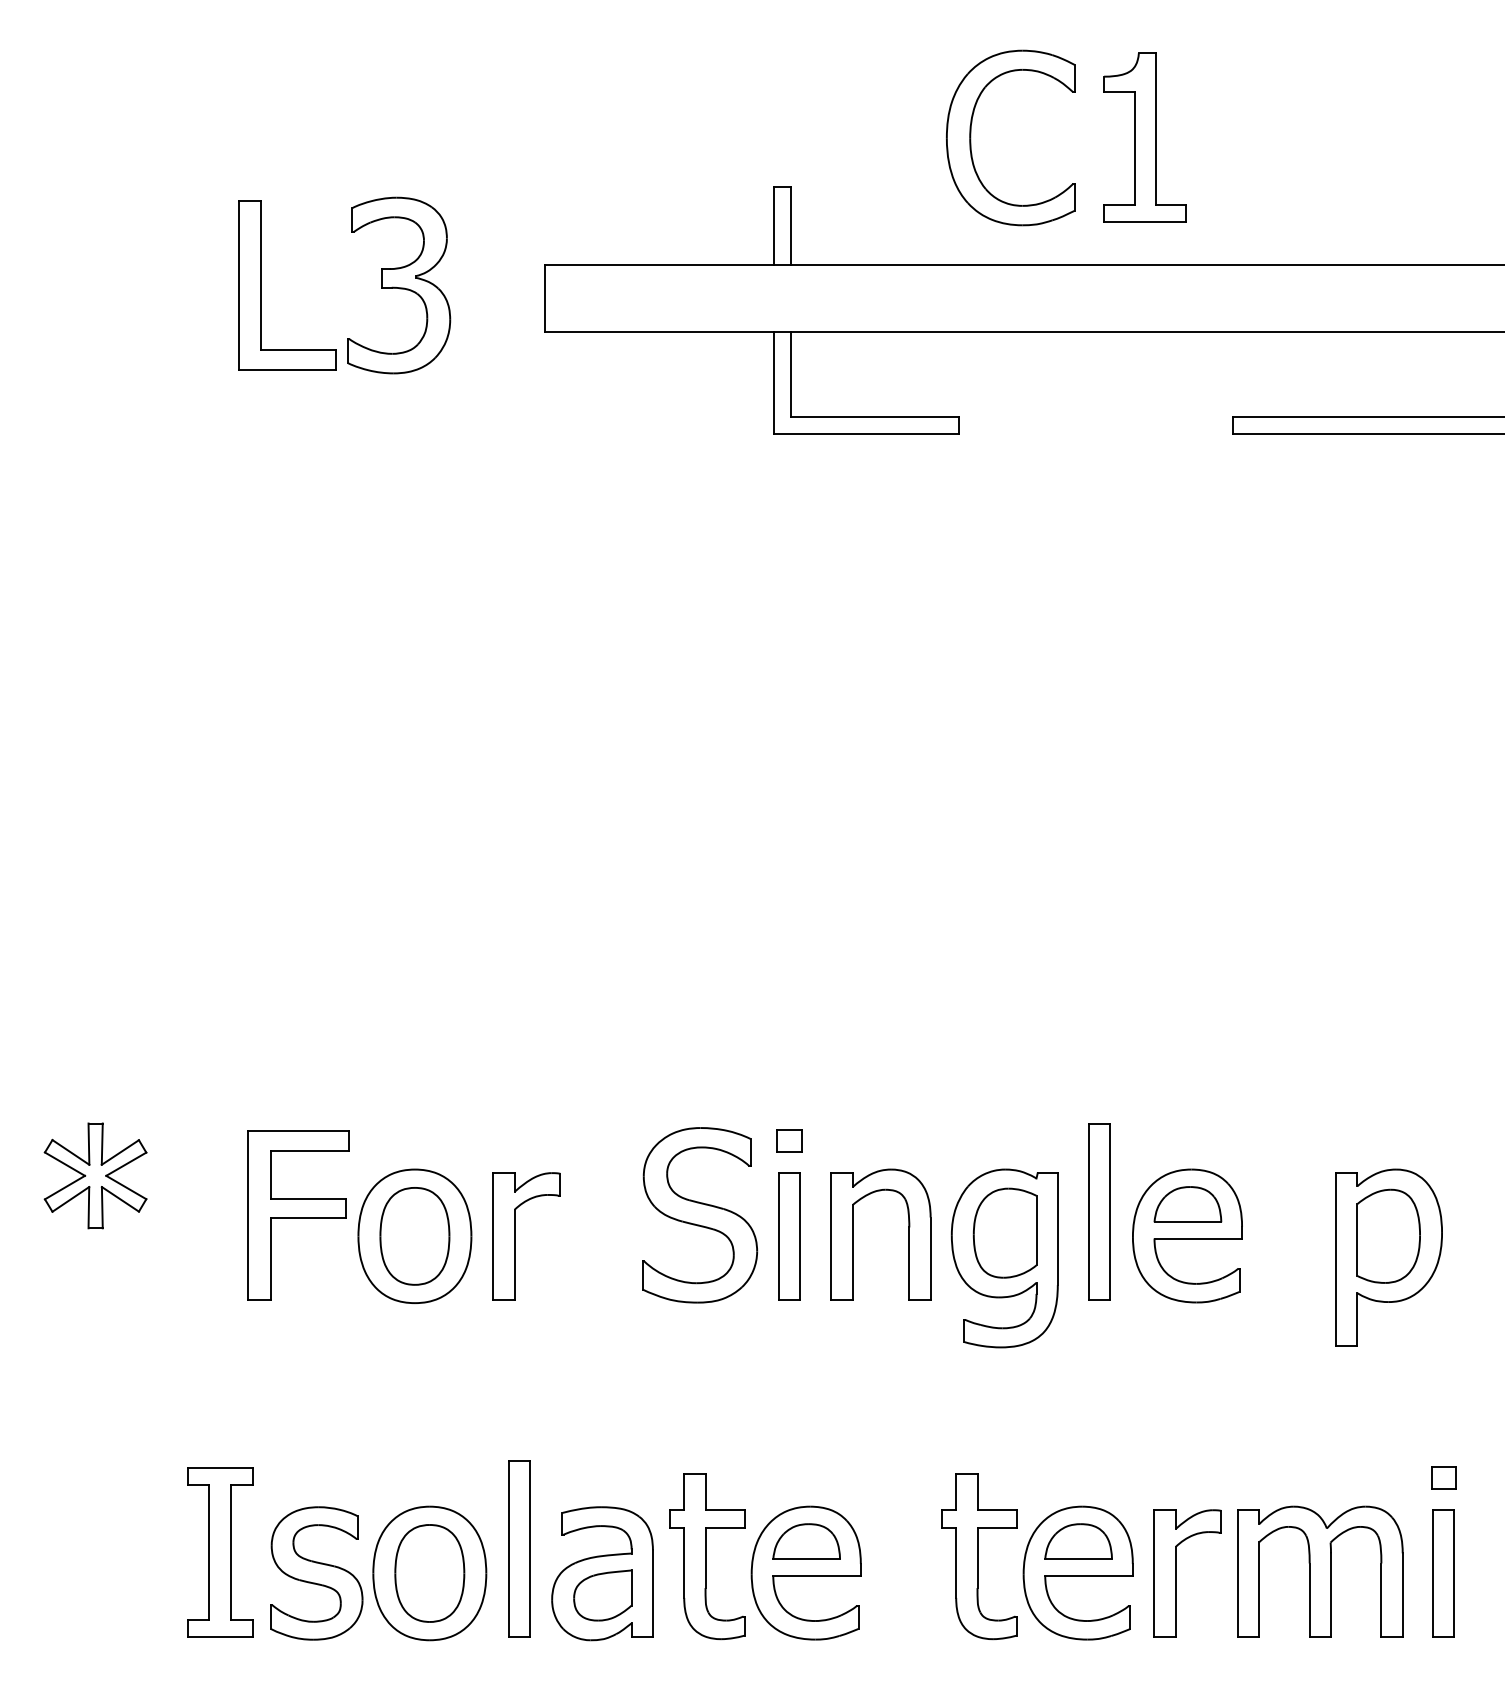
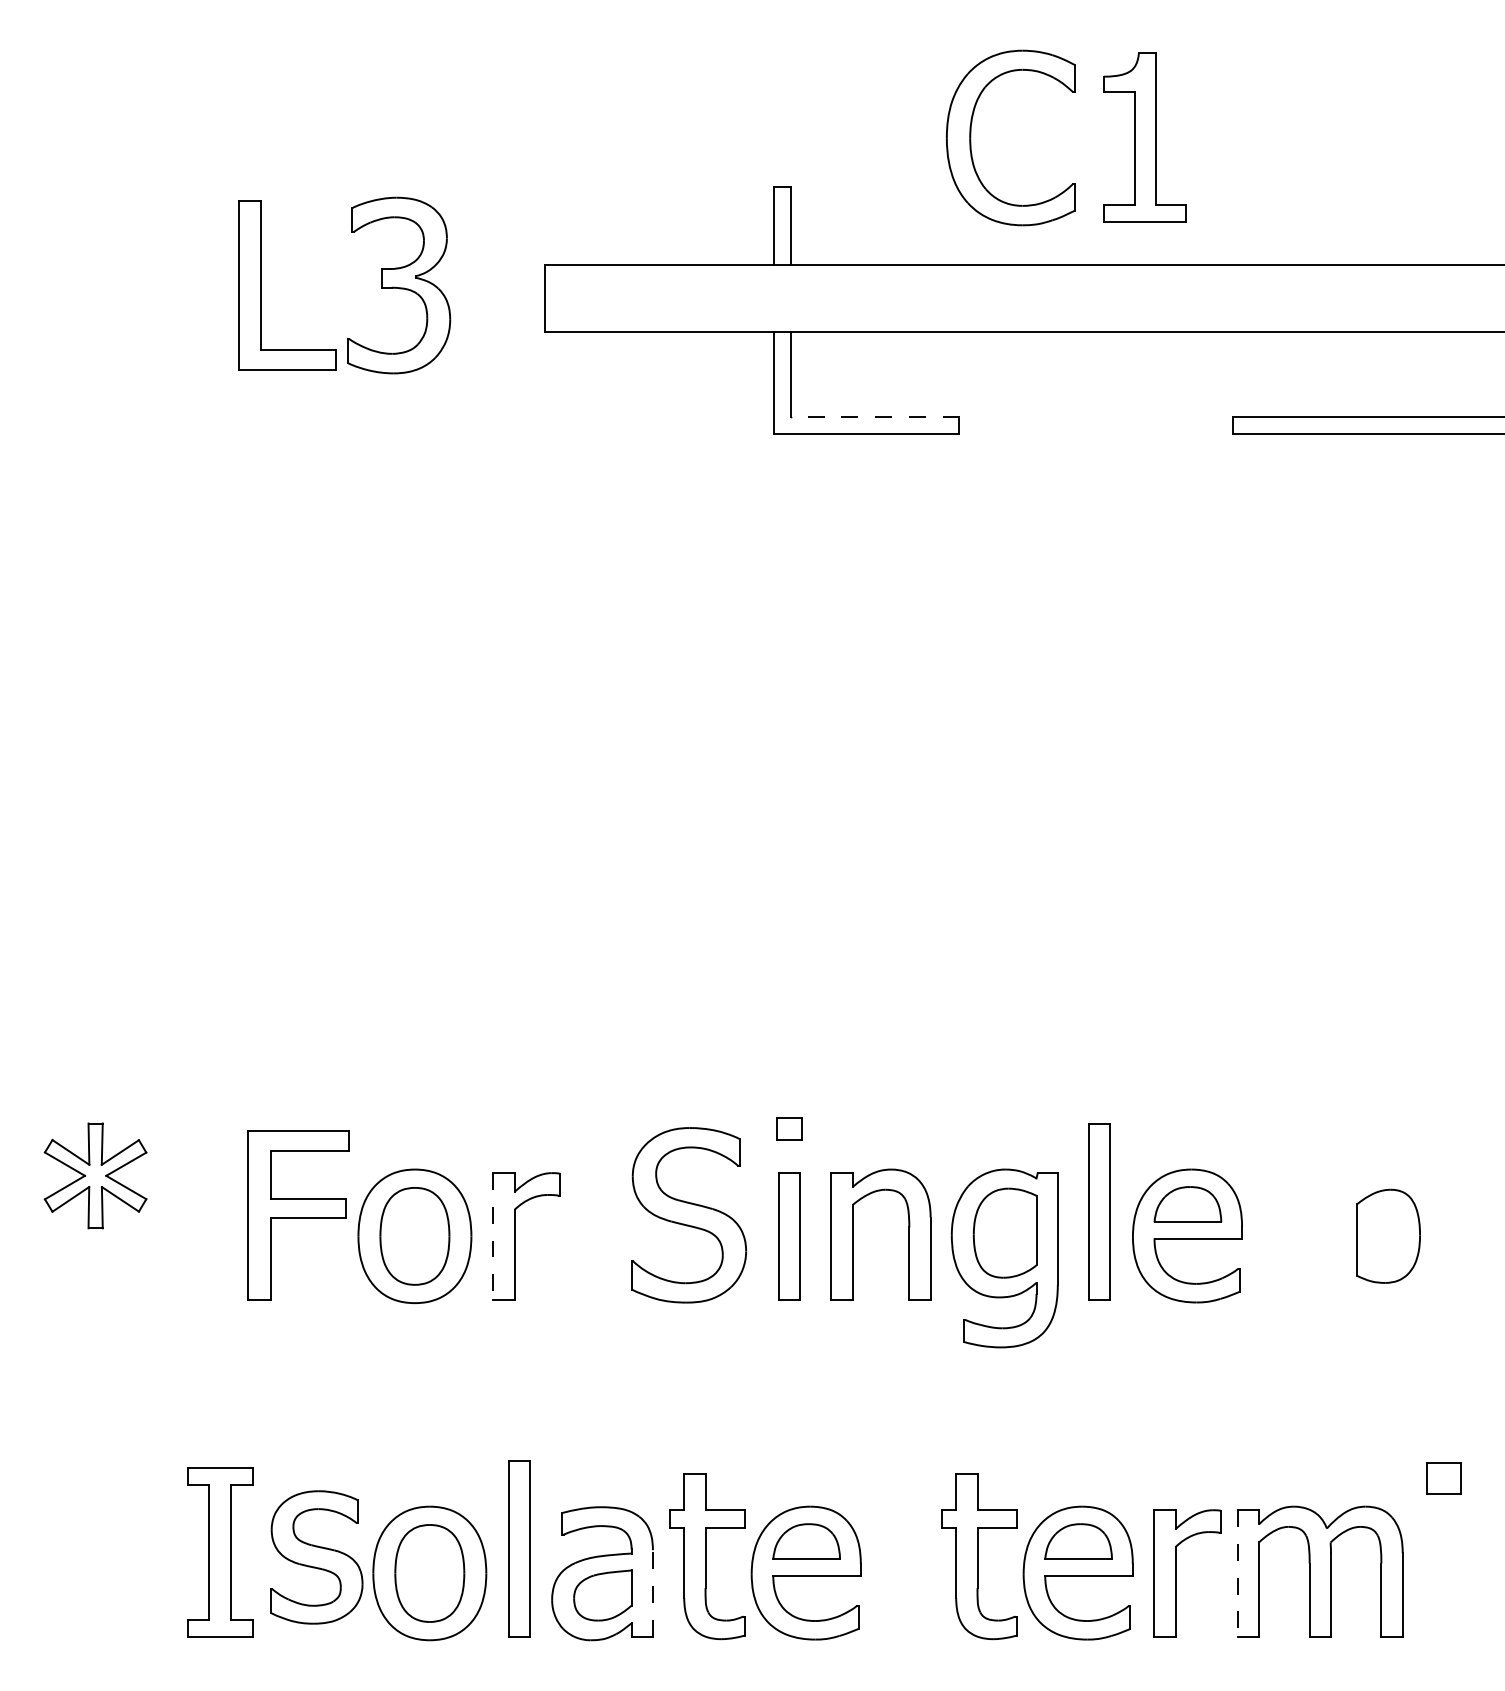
line at (874, 417): solid -> dashed
part at (789, 1140) position: (789, 1140) -> (789, 1128)
part at (700, 1215) position: (700, 1215) -> (689, 1215)
line at (493, 1236): solid -> dashed
part at (1388, 1257): present -> none
part at (1443, 1477) size: 26x24 px -> 36x33 px
part at (316, 1573) position: (316, 1573) -> (316, 1557)
line at (1237, 1573): solid -> dashed
part at (1443, 1573): present -> none
line at (652, 1592): solid -> dashed
